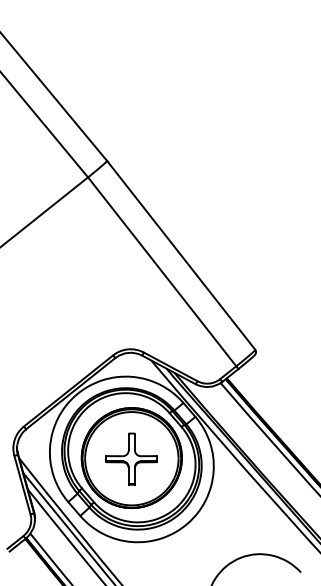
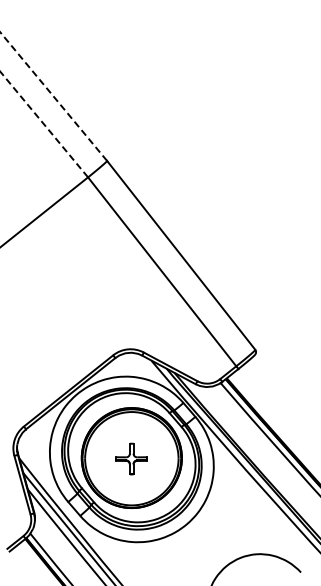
line at (53, 96): solid -> dashed
line at (44, 124): solid -> dashed
part at (131, 458) size: 53x54 px -> 33x34 px
